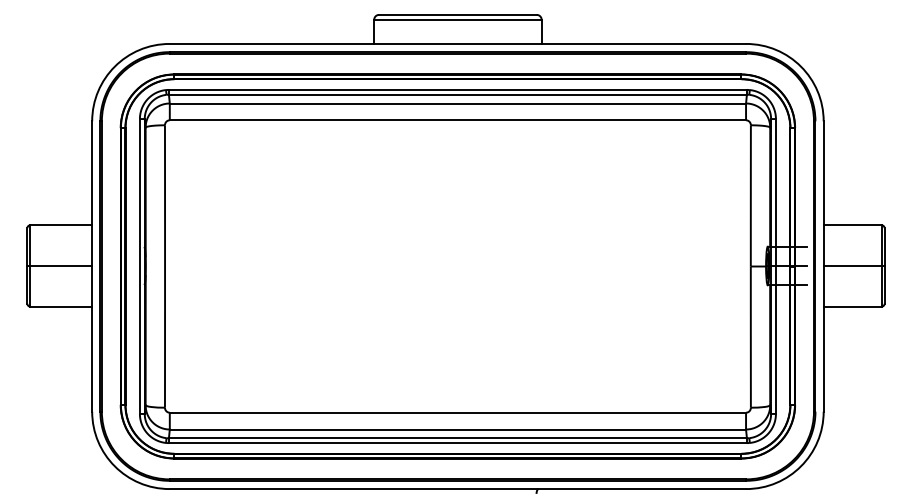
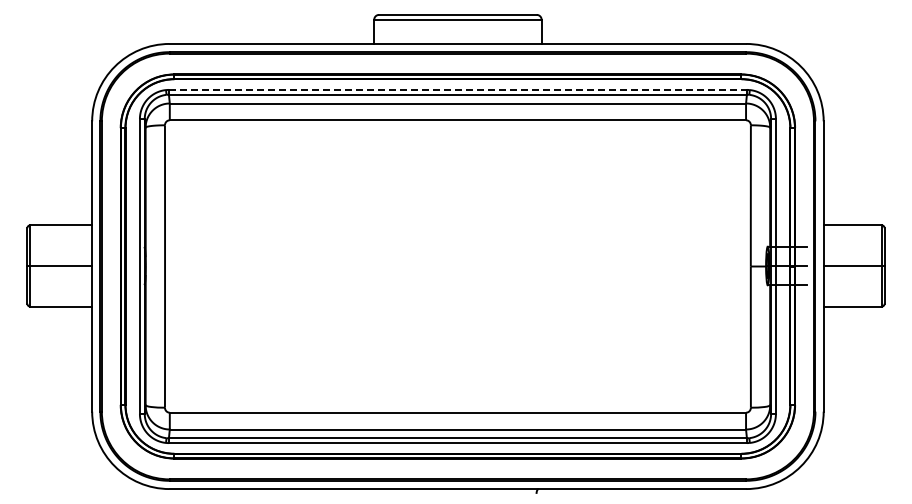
line at (457, 89): solid -> dashed
